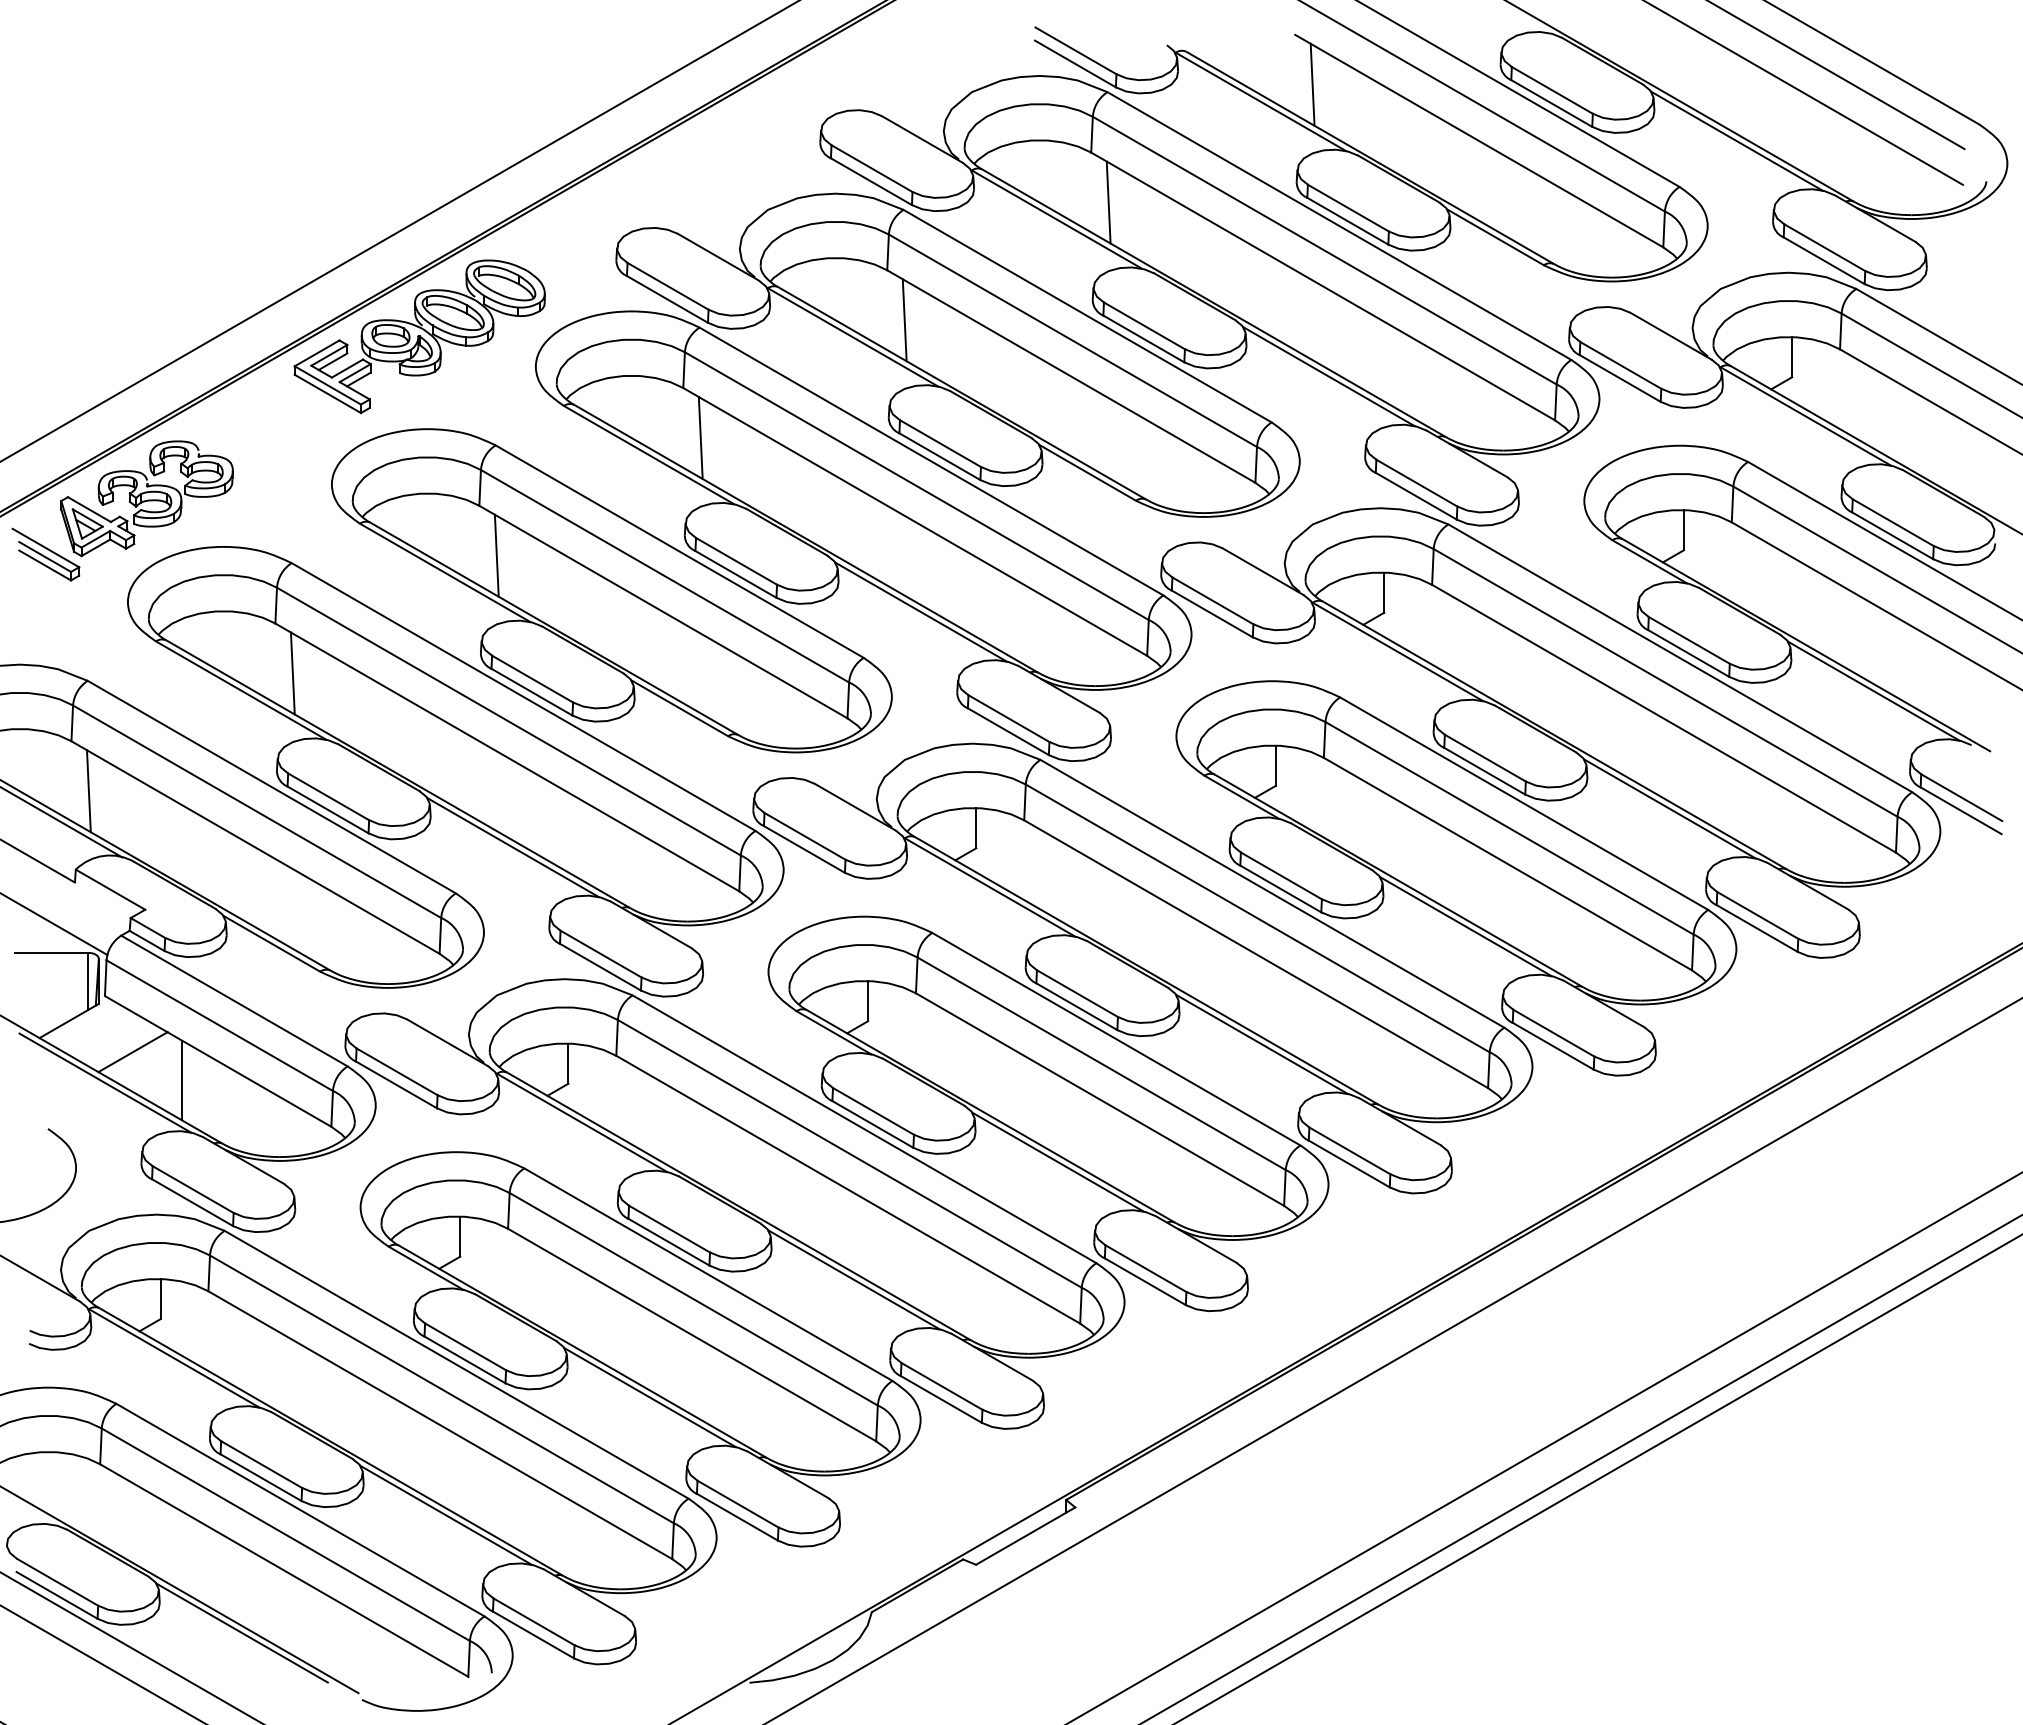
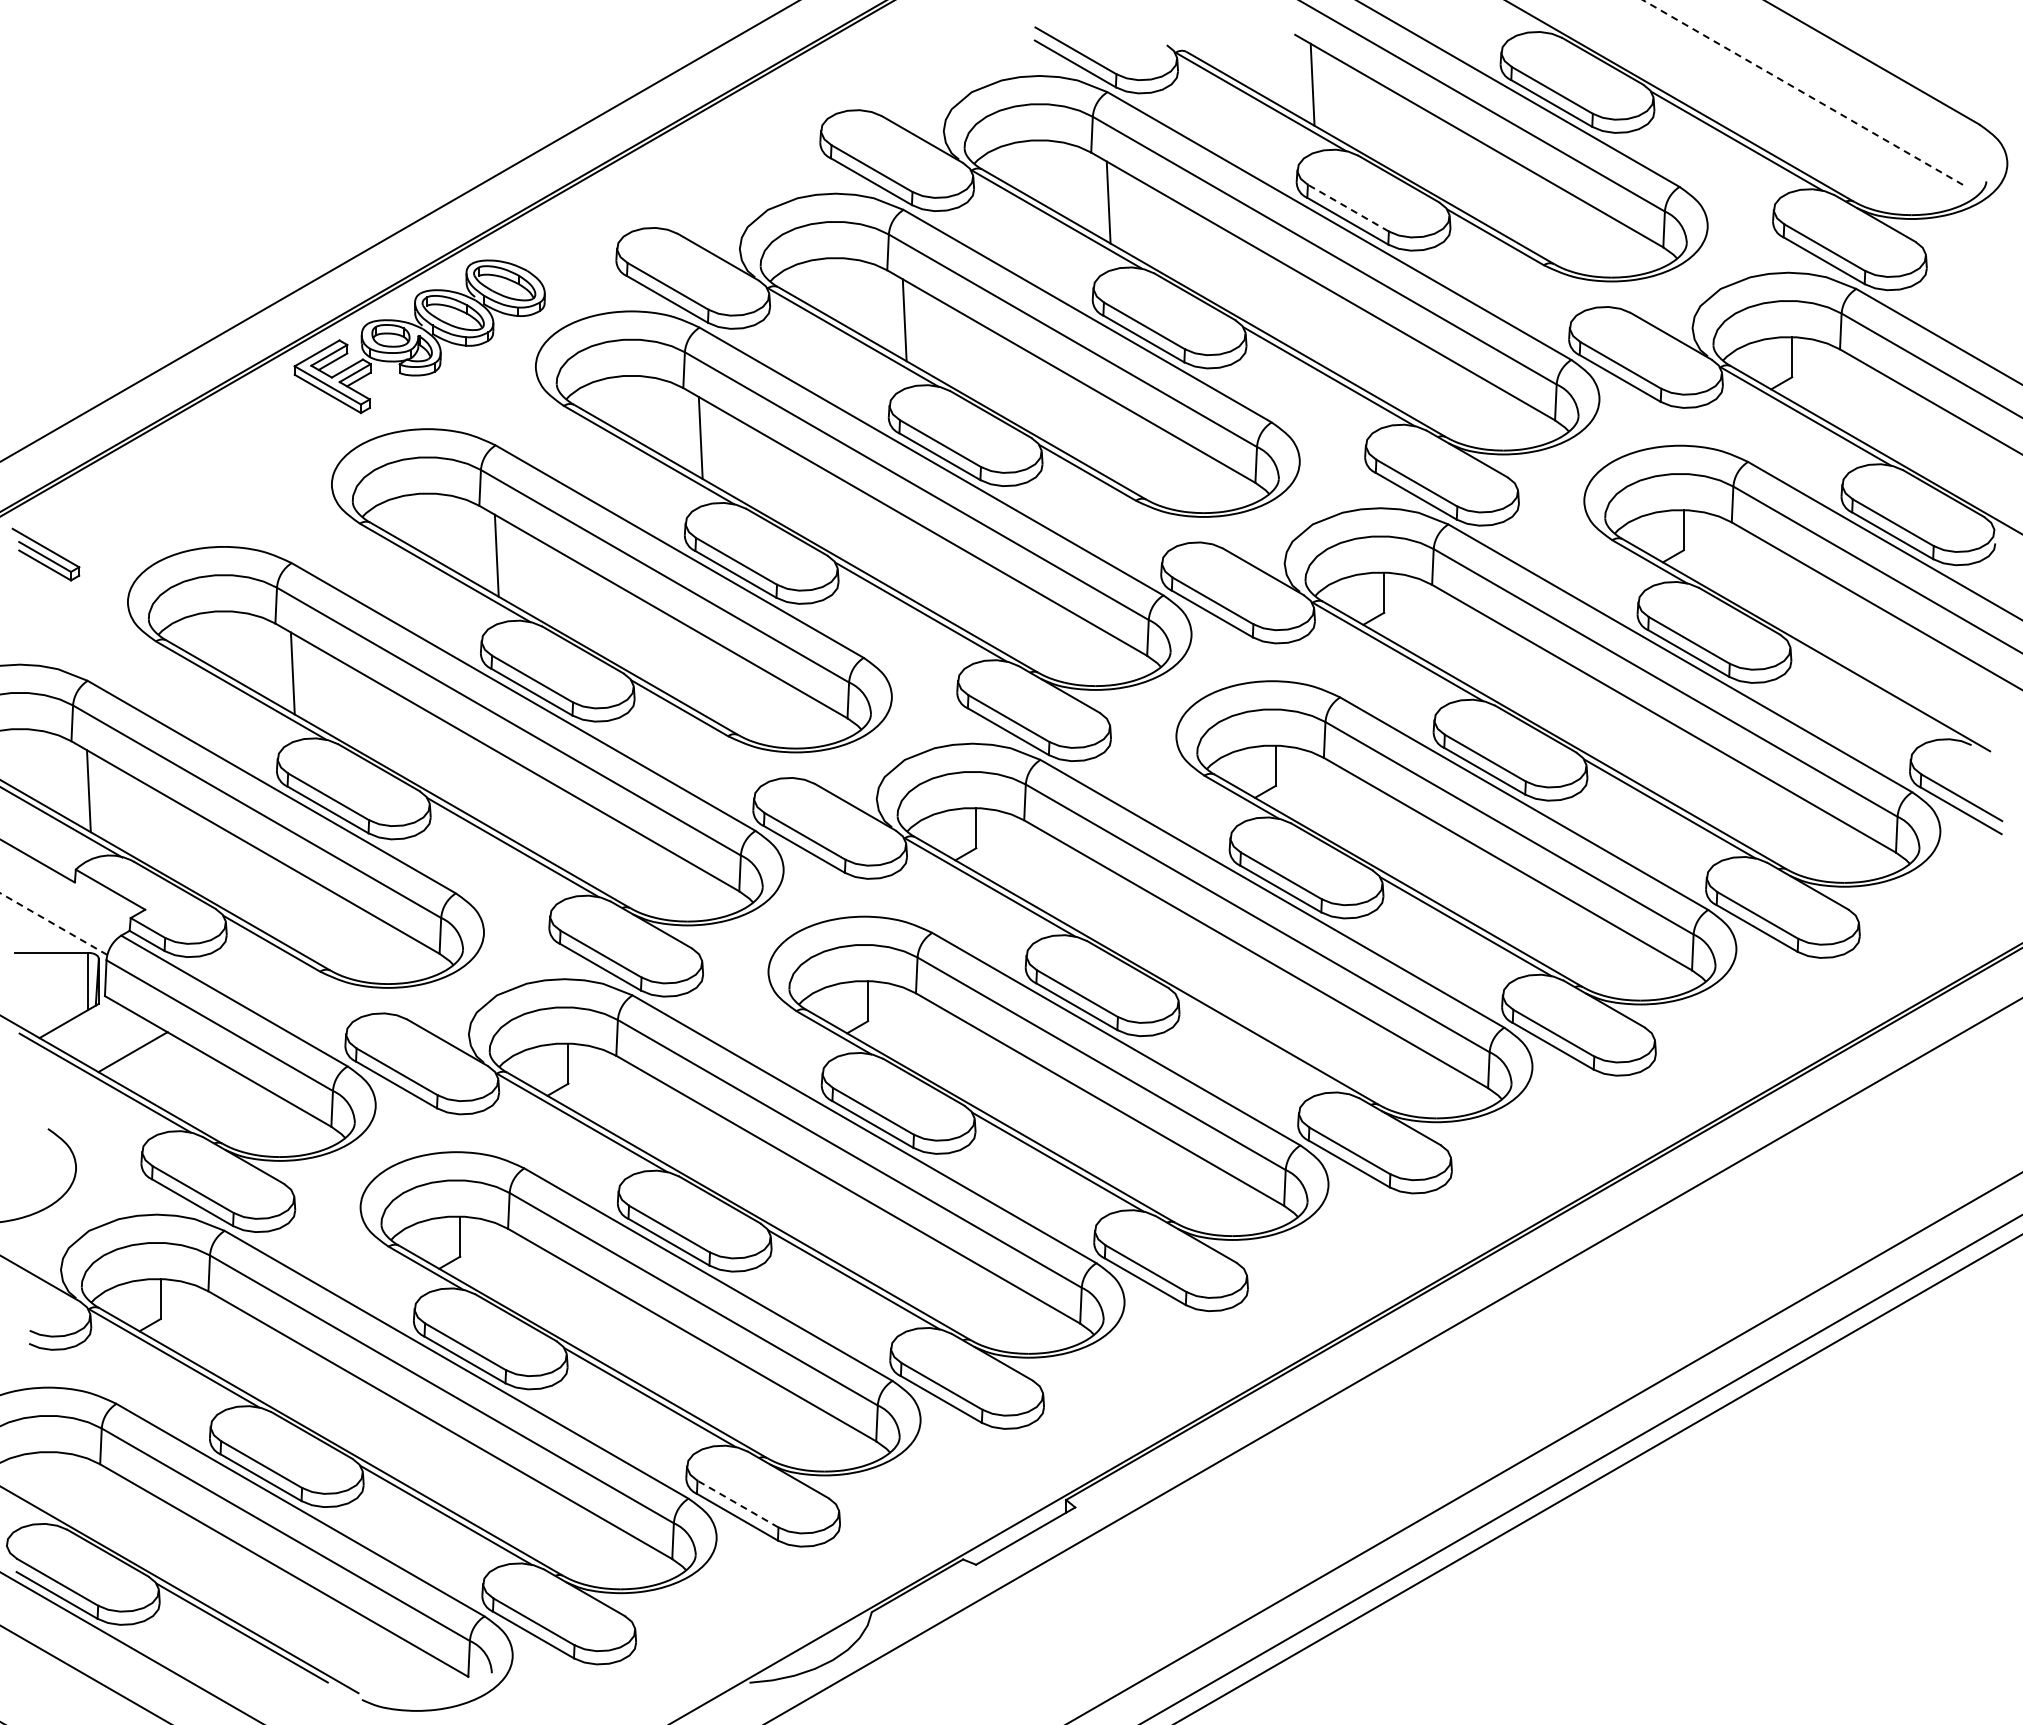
line at (1837, 75): present -> none
line at (1802, 92): solid -> dashed
line at (1348, 208): solid -> dashed
part at (146, 498): present -> none
line at (1873, 690): present -> none
line at (53, 924): solid -> dashed
line at (1261, 1043): present -> none
line at (182, 1080): present -> none
line at (738, 1504): solid -> dashed
line at (101, 1663) position: (101, 1663) -> (84, 1673)
